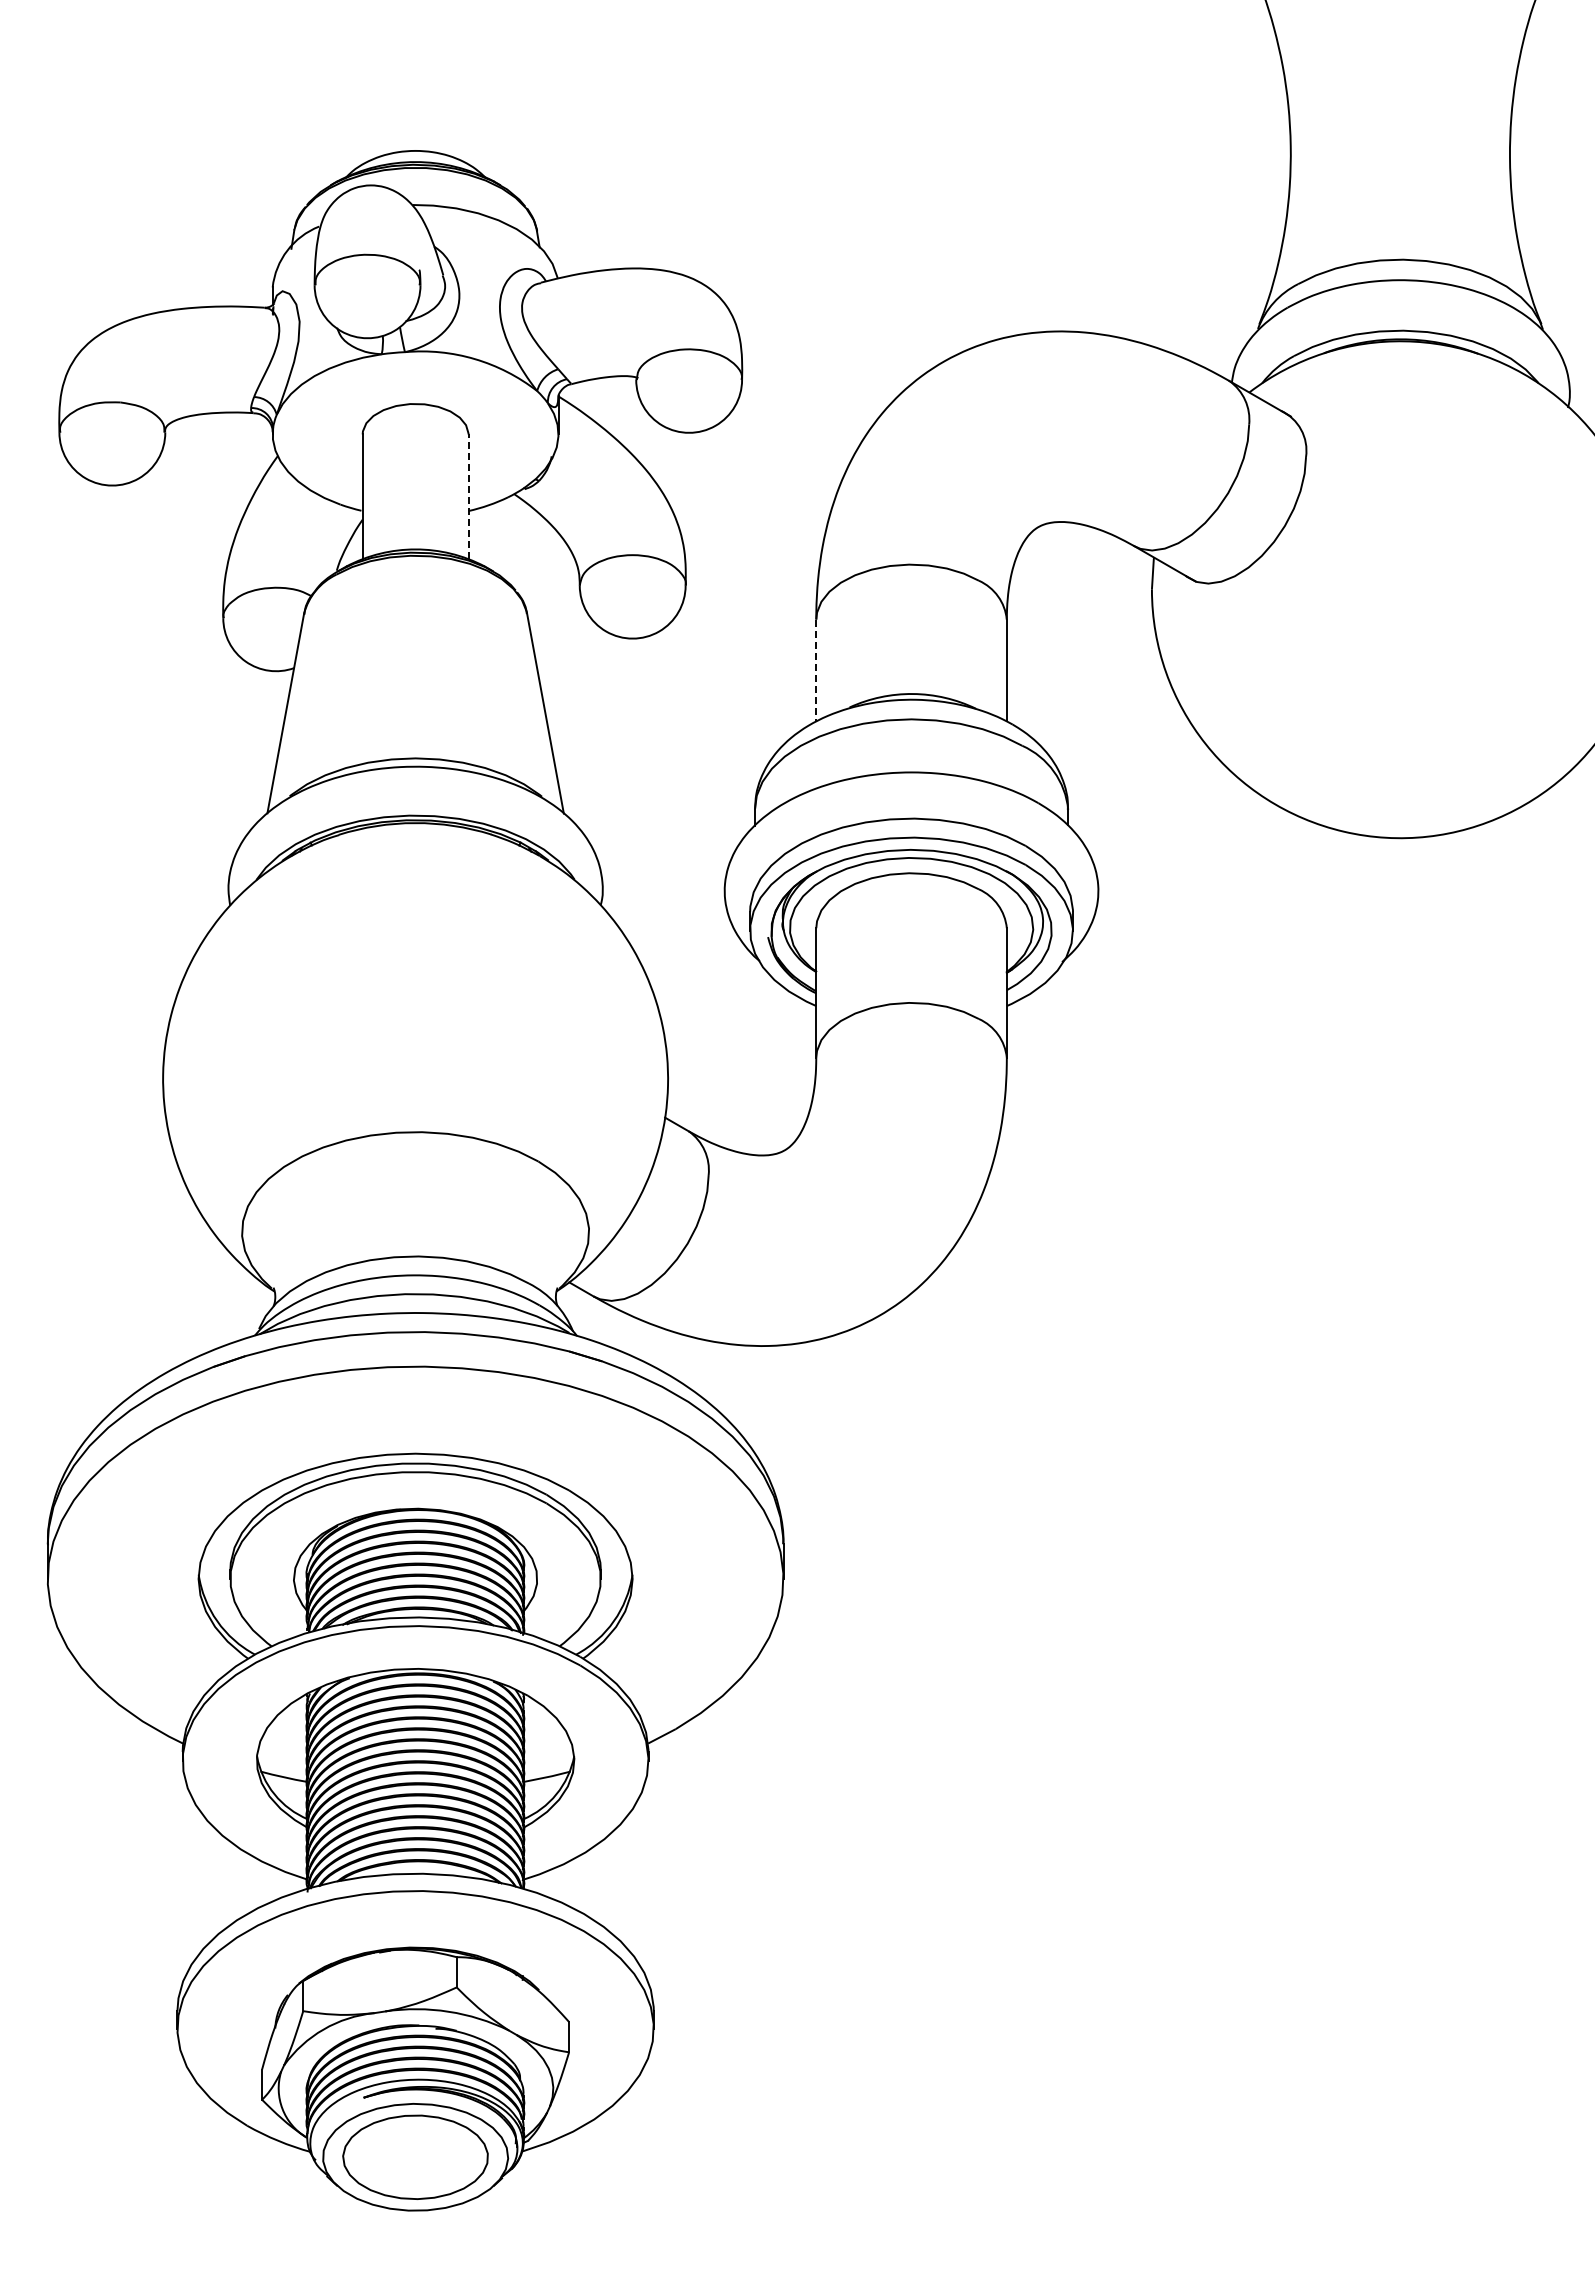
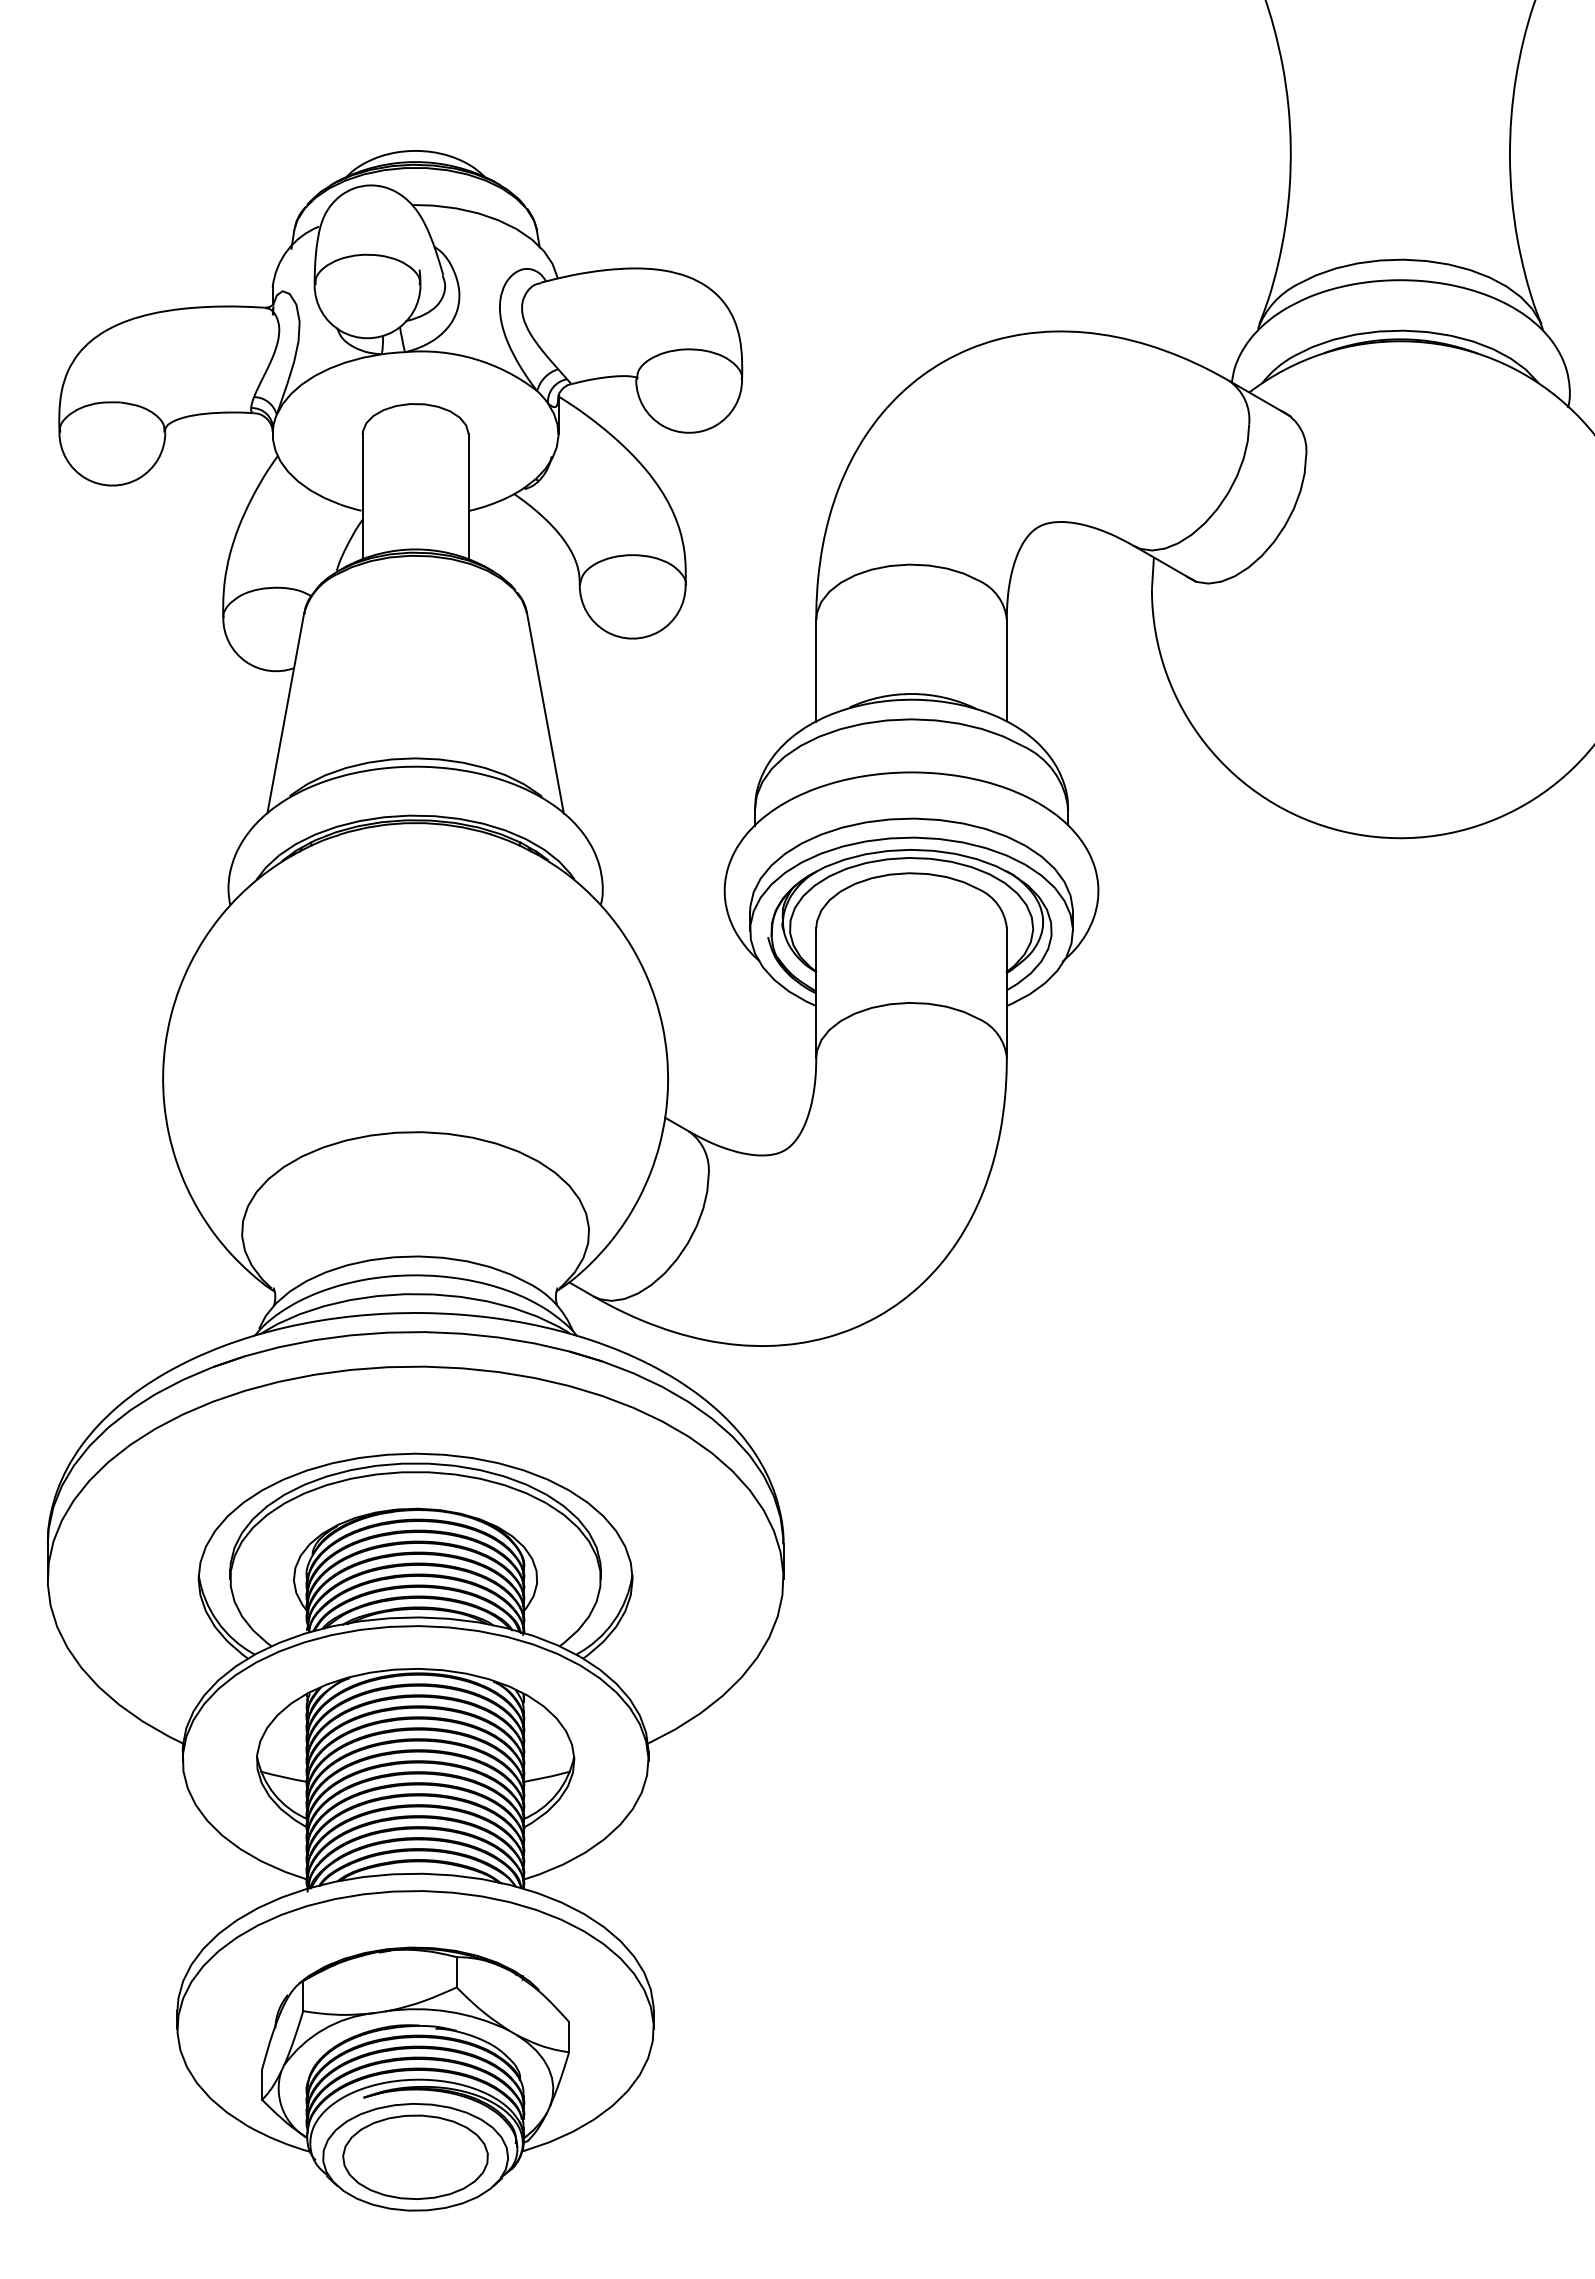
line at (468, 496): dashed -> solid
line at (816, 671): dashed -> solid
